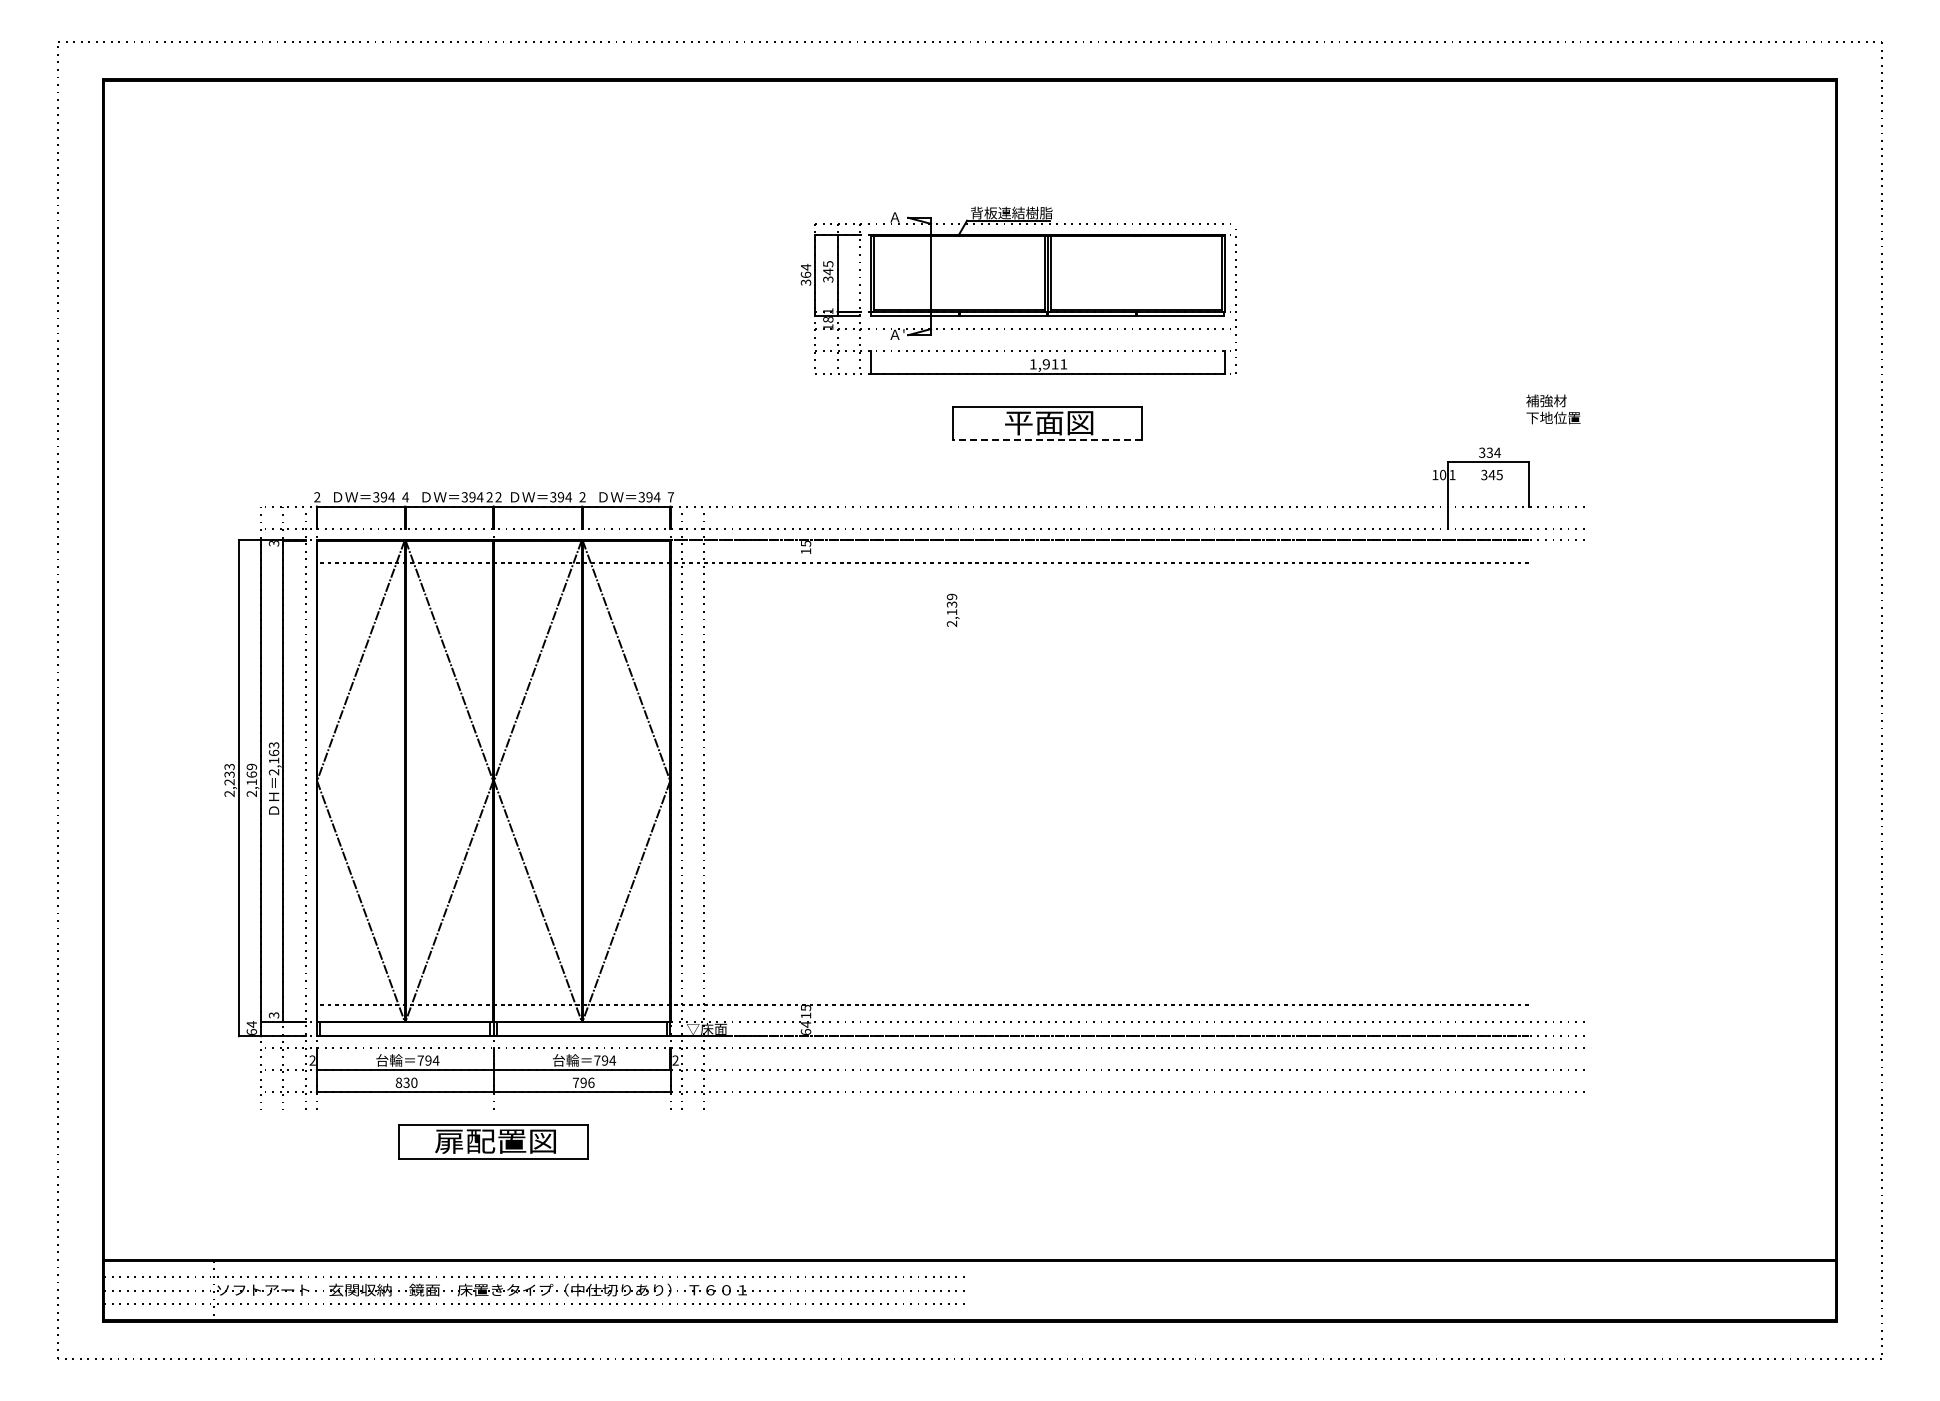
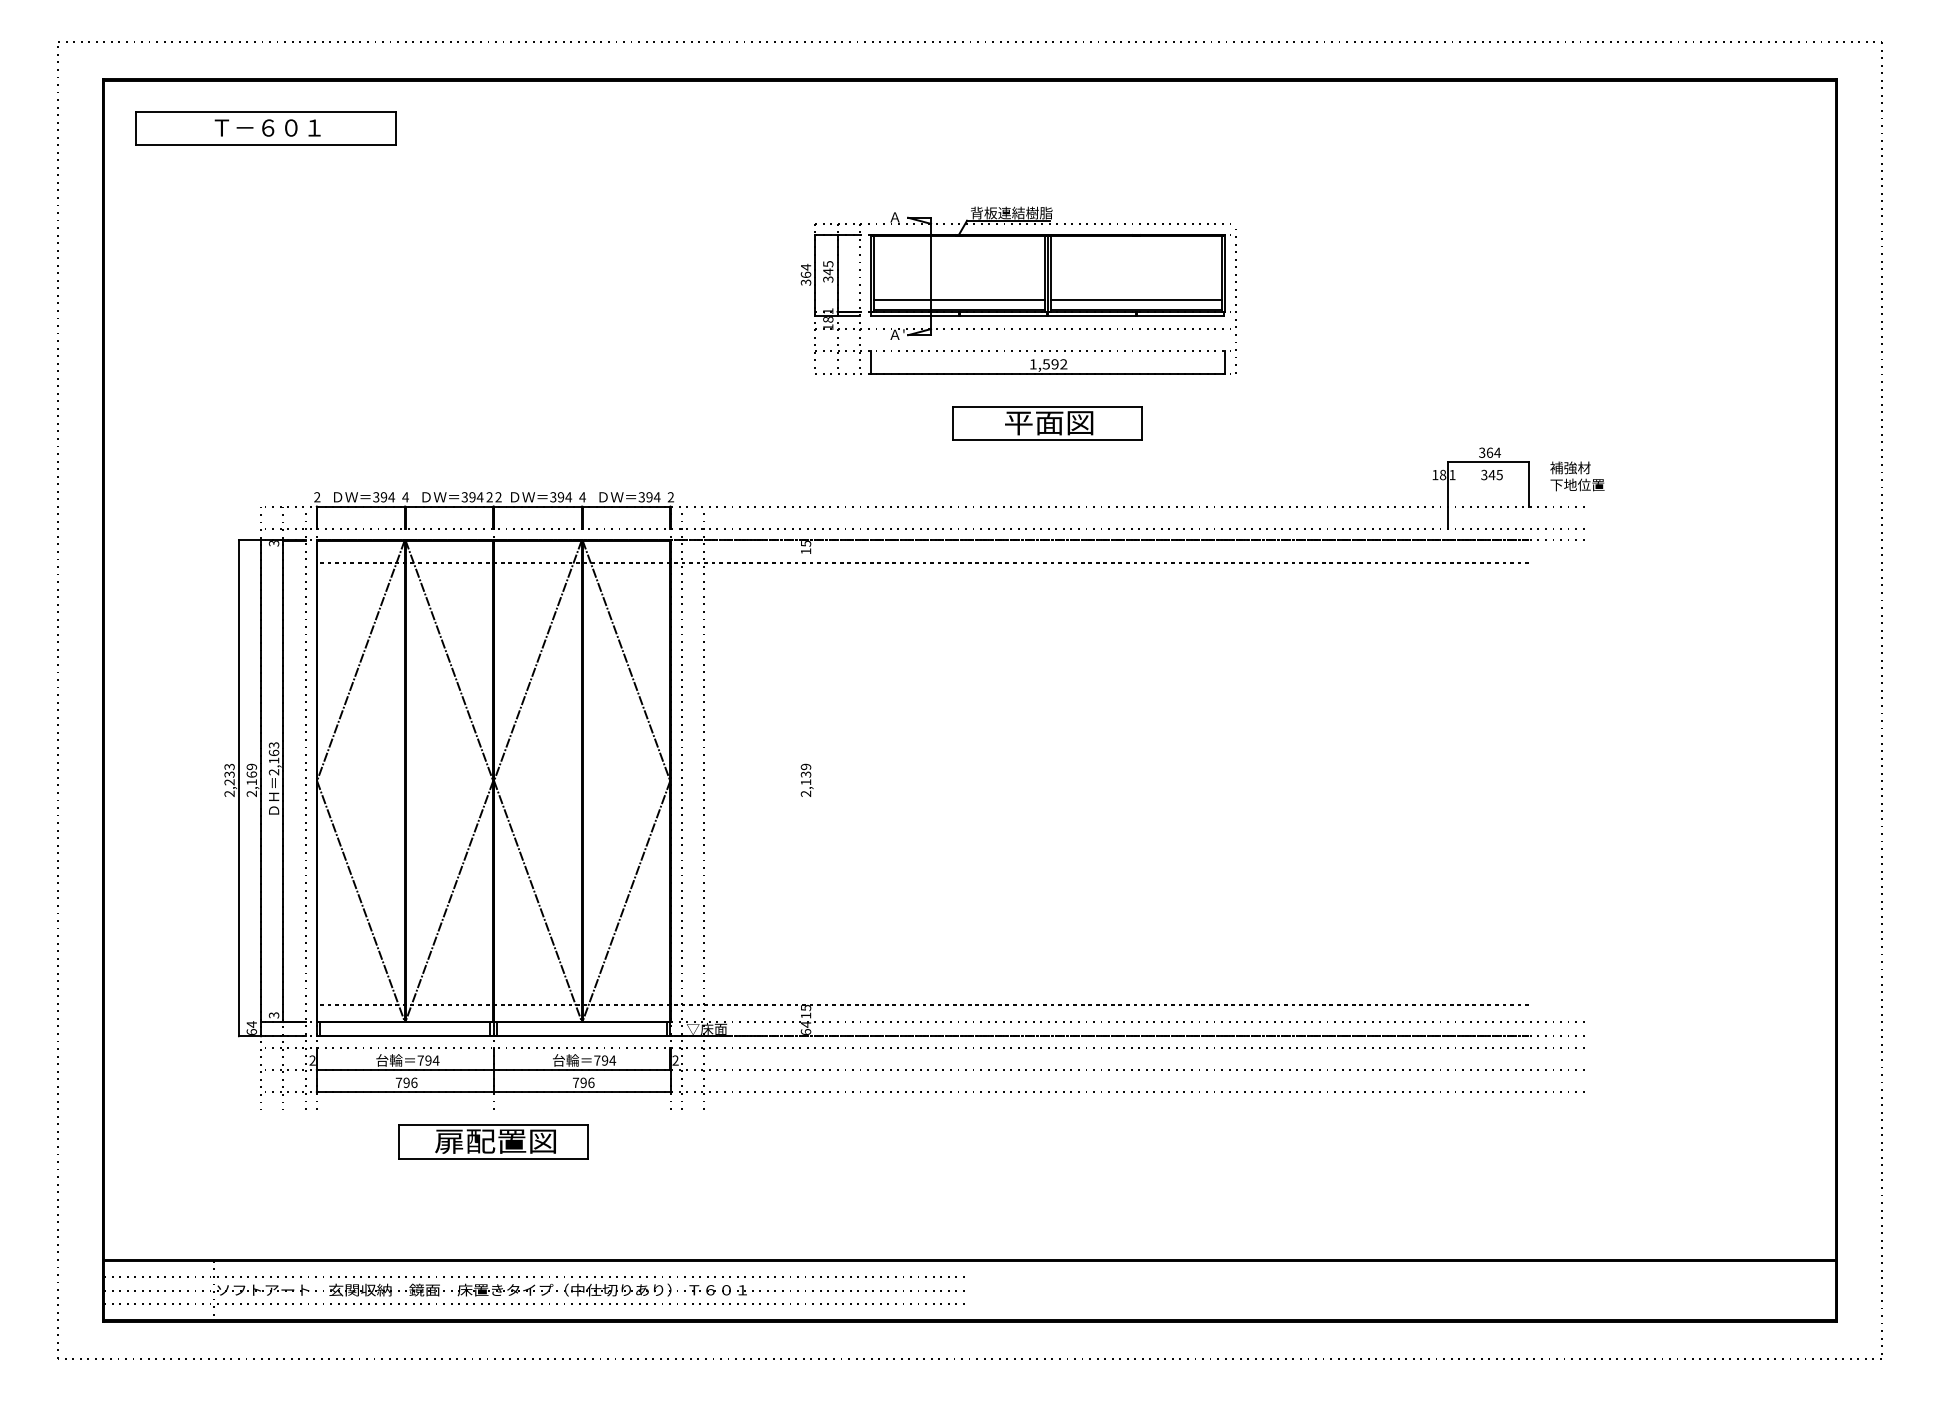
part at (265, 128): none -> present
line at (959, 300): none -> present
line at (1136, 300): none -> present
text at (1054, 364): 1,911 -> 1,592
text at (1553, 409) position: (1553, 409) -> (1577, 476)
line at (1047, 440): dashed -> solid
text at (1489, 452): 334 -> 364
text at (1443, 474): 10 -> 18
text at (582, 497): 2 -> 4
text at (670, 497): 7 -> 2
text at (952, 609) position: (952, 609) -> (806, 779)
text at (406, 1082): 830 -> 796
